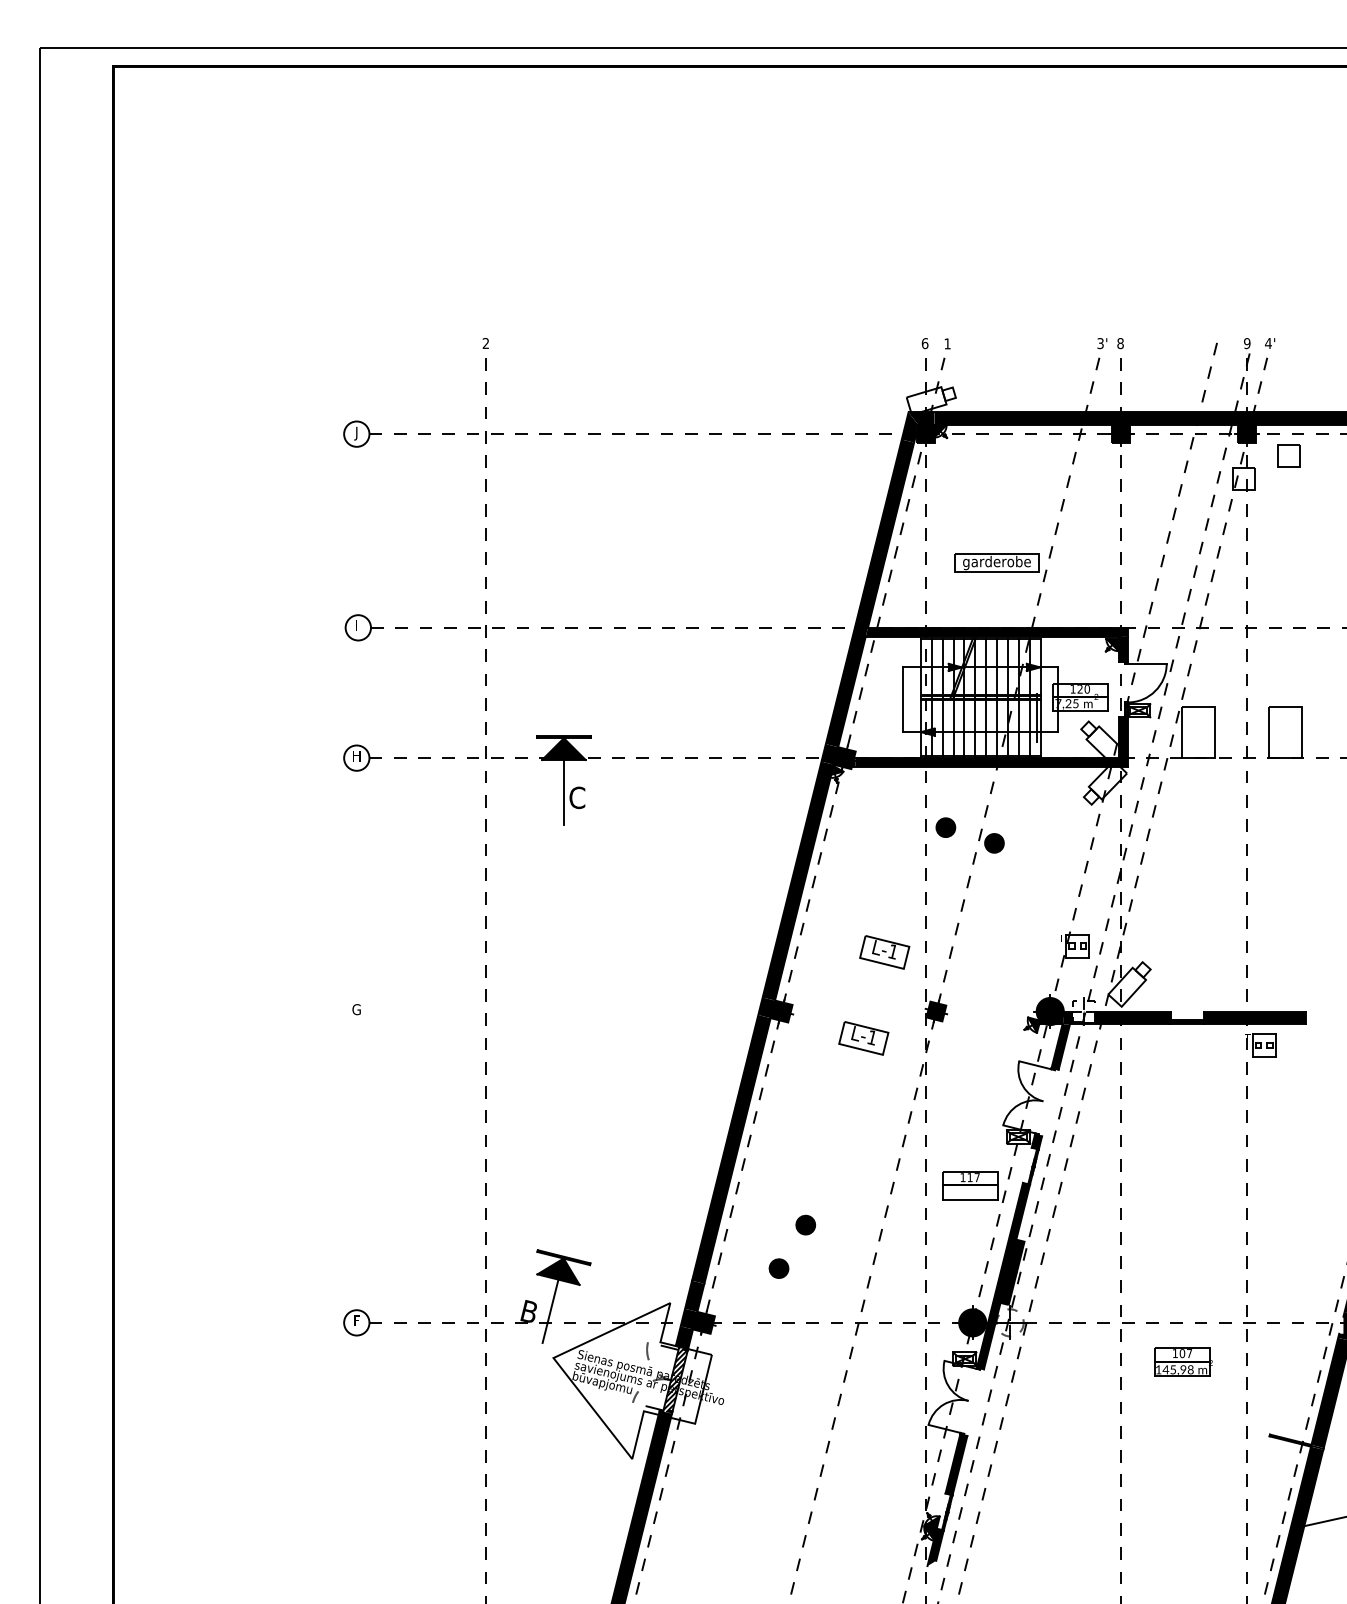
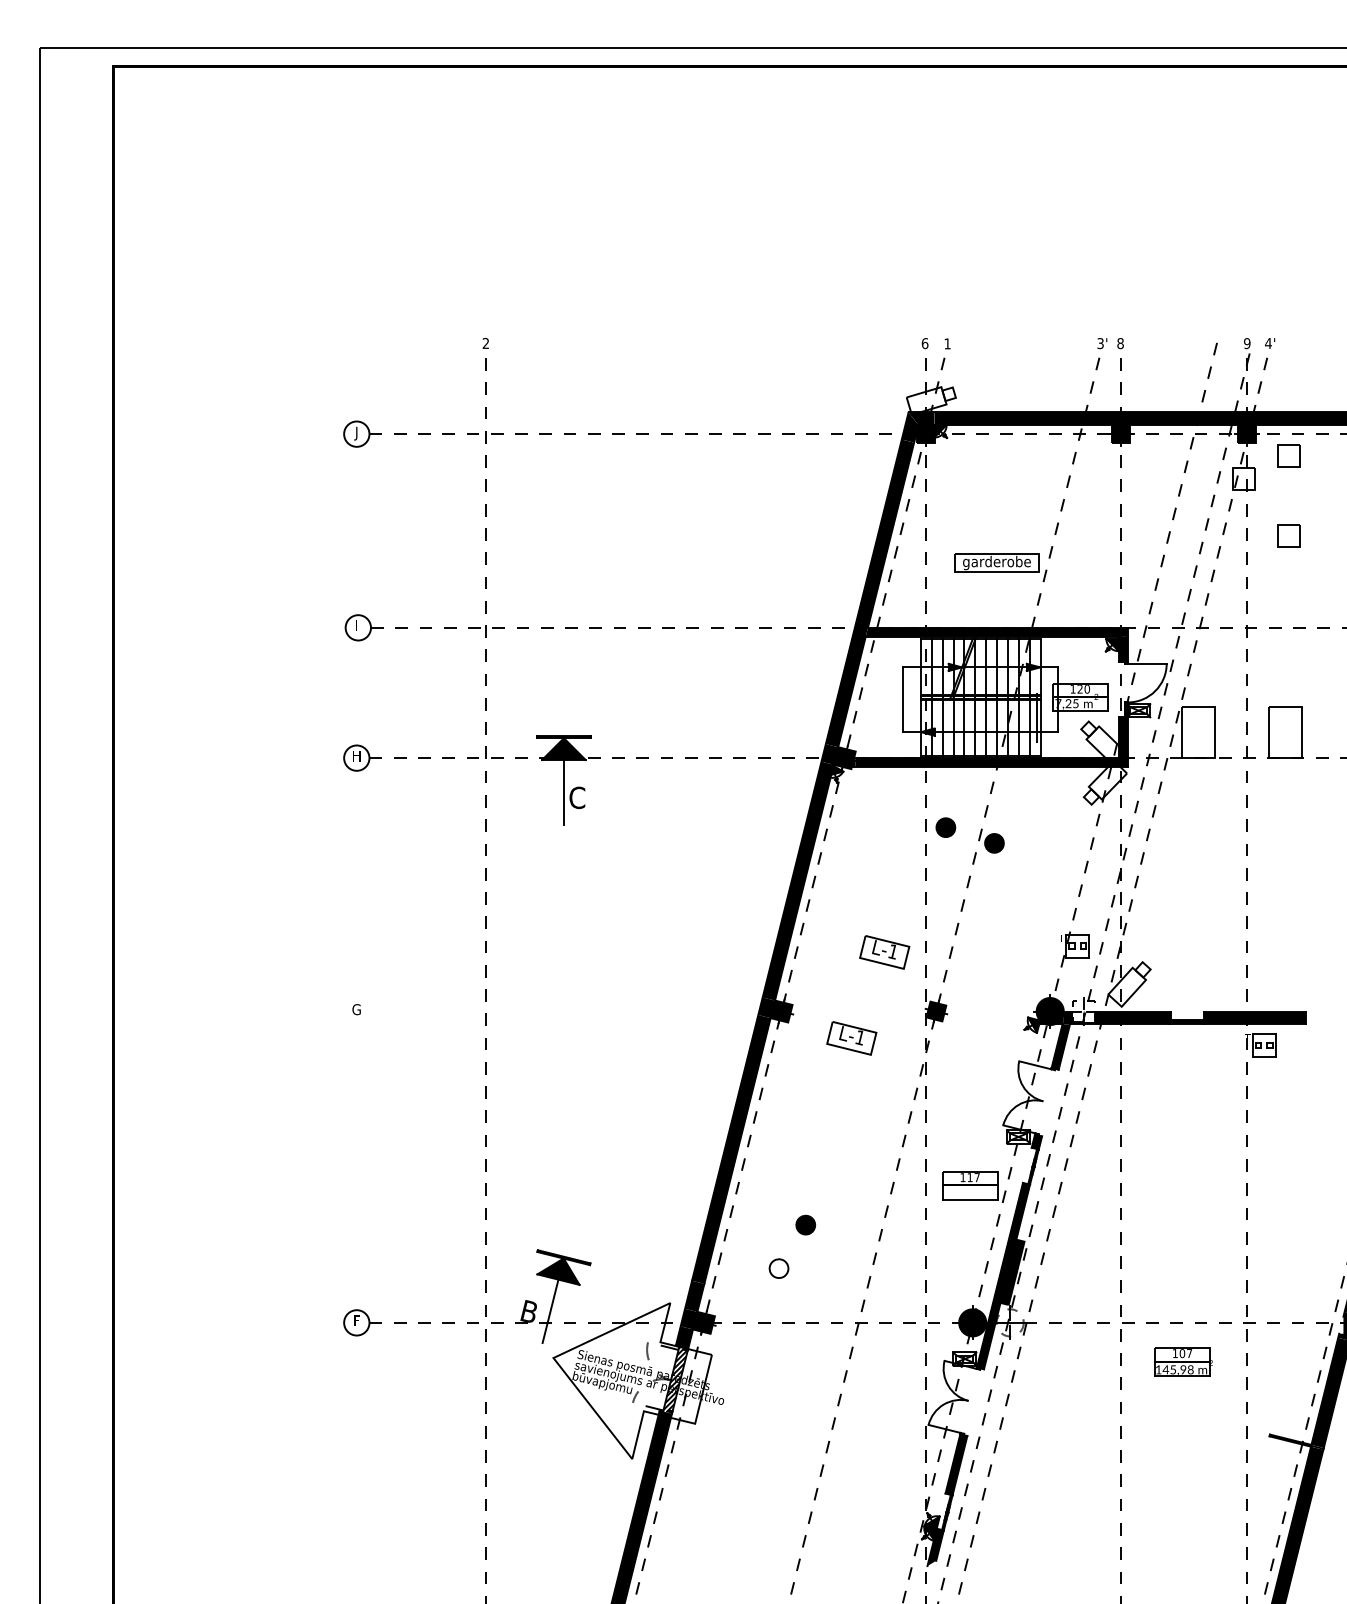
part at (1288, 535): none -> present
part at (863, 1038) position: (863, 1038) -> (851, 1038)
fill at (778, 1268): present -> none
line at (1324, 1521): present -> none
